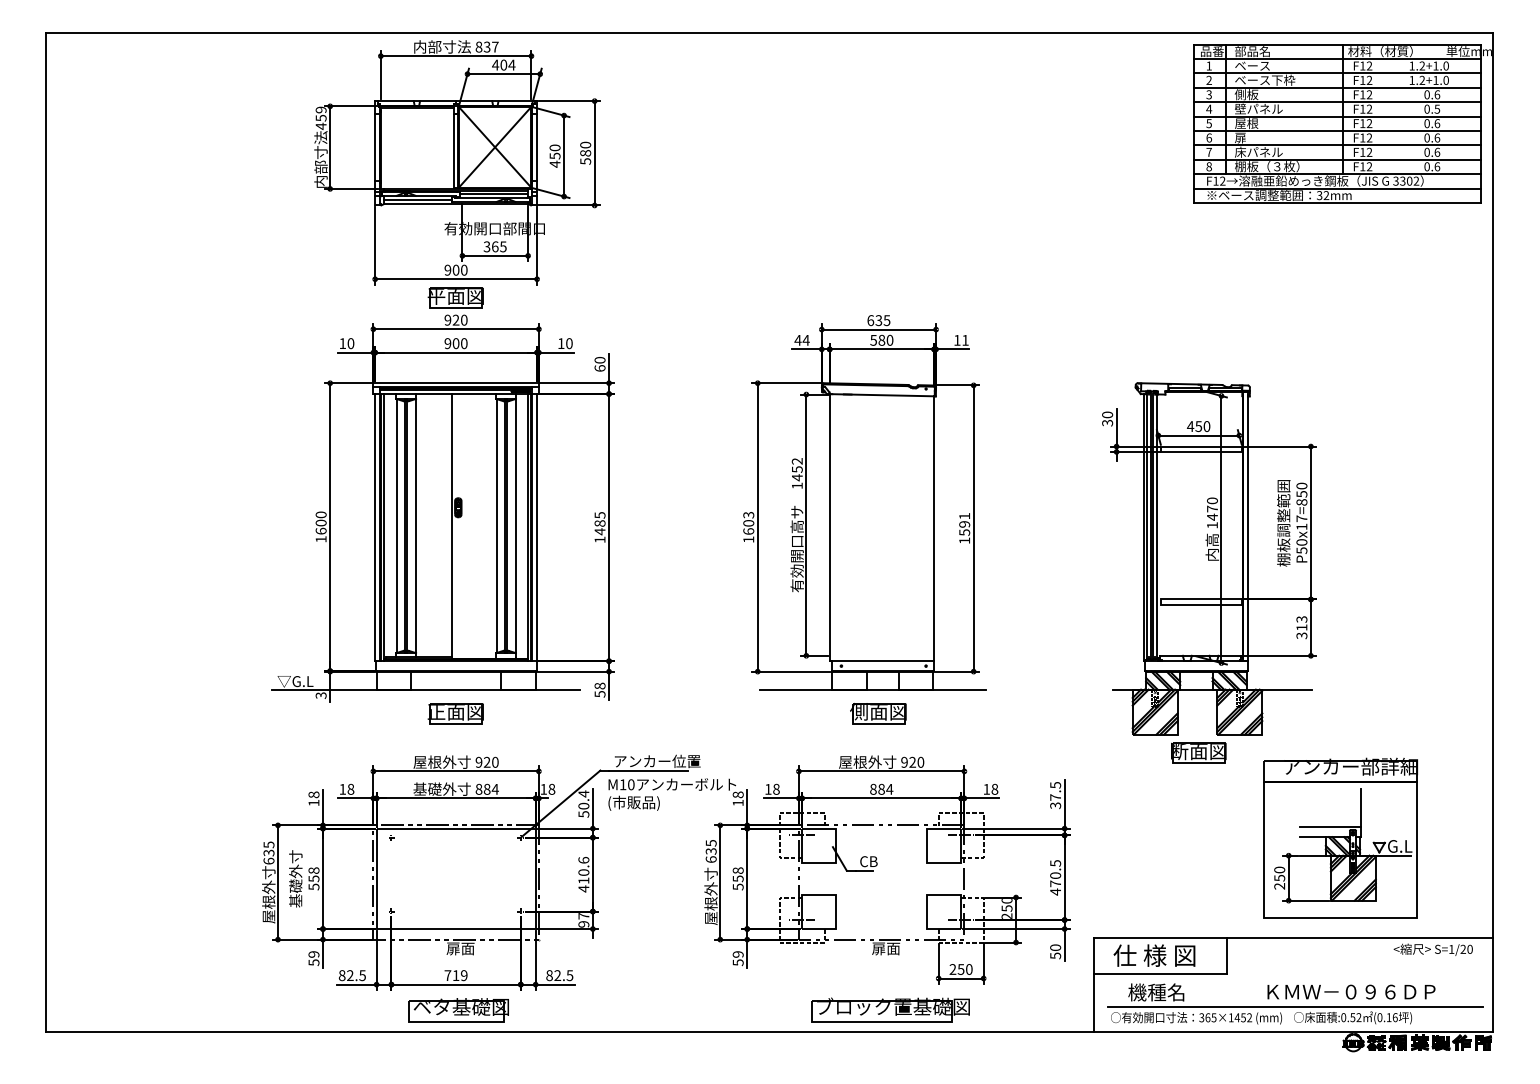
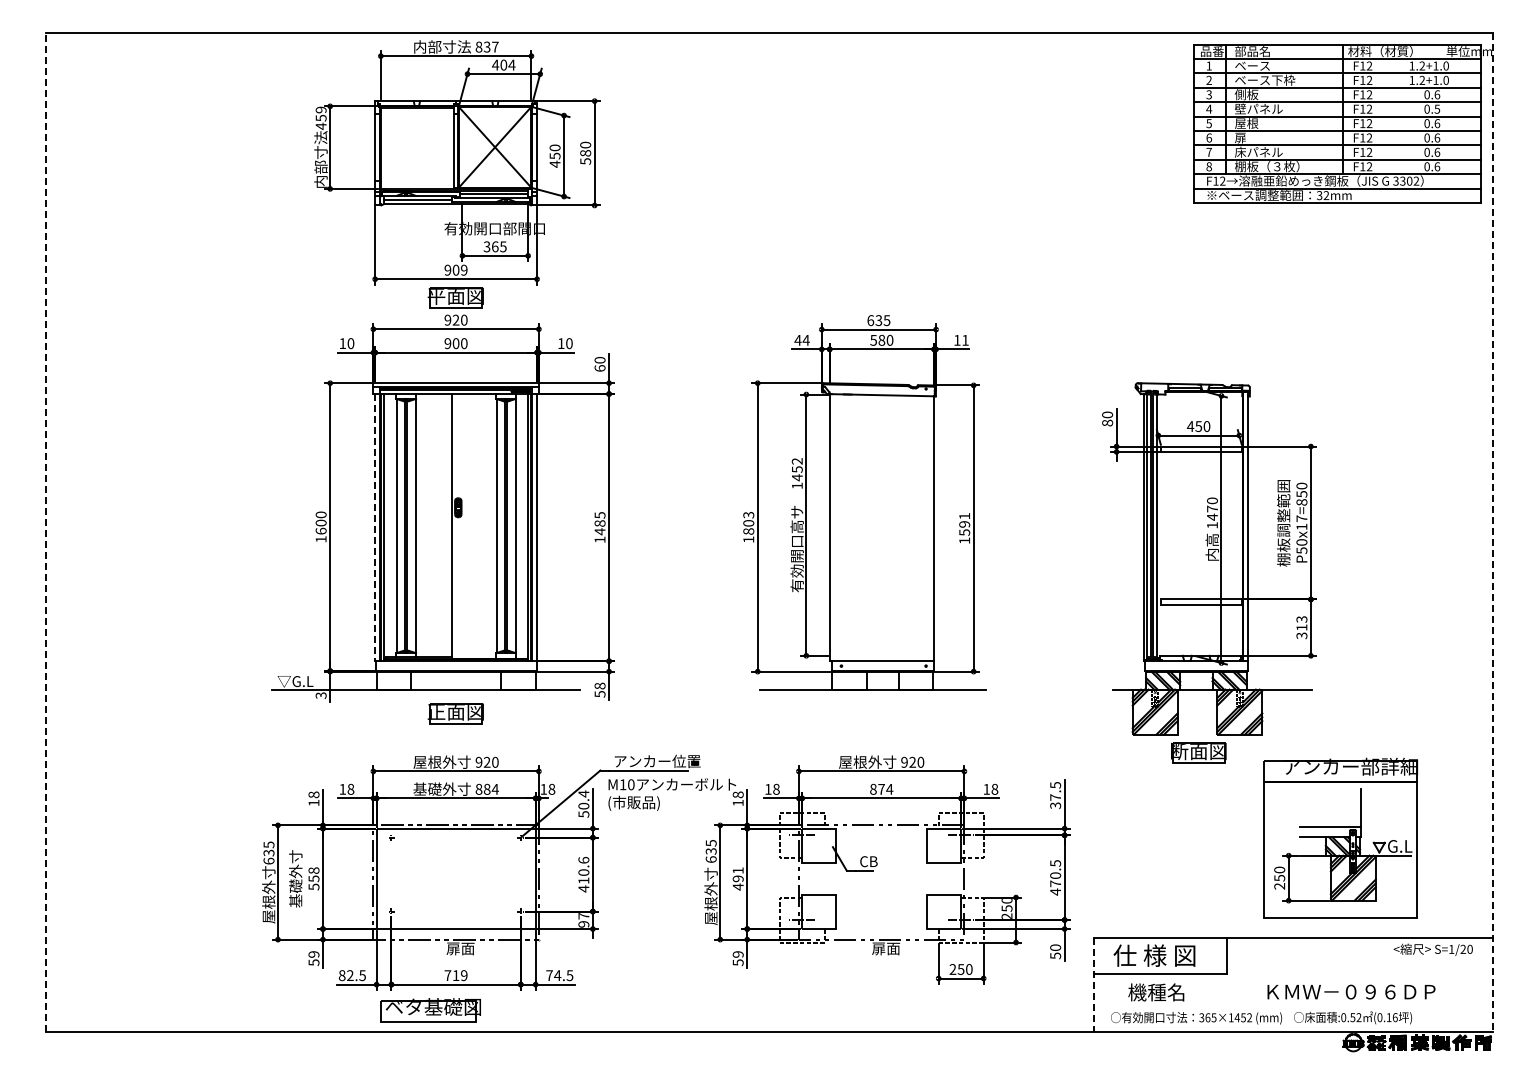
text at (463, 270): 900 -> 909
text at (1107, 422): 30 -> 80
line at (375, 527): solid -> dashed
text at (748, 531): 1603 -> 1803
line at (46, 532): solid -> dashed
line at (1493, 532): solid -> dashed
part at (878, 713): present -> none
text at (881, 788): 884 -> 874
text at (737, 878): 558 -> 491
text at (553, 975): 82.5 -> 74.5
line at (1094, 984): solid -> dashed
line at (1295, 1006): present -> none
part at (890, 1009): present -> none
part at (458, 1010) position: (458, 1010) -> (430, 1010)
